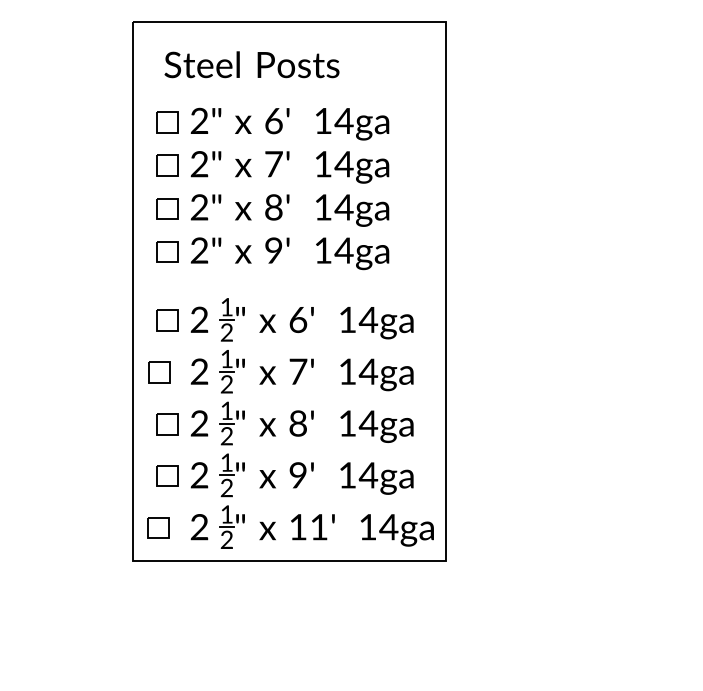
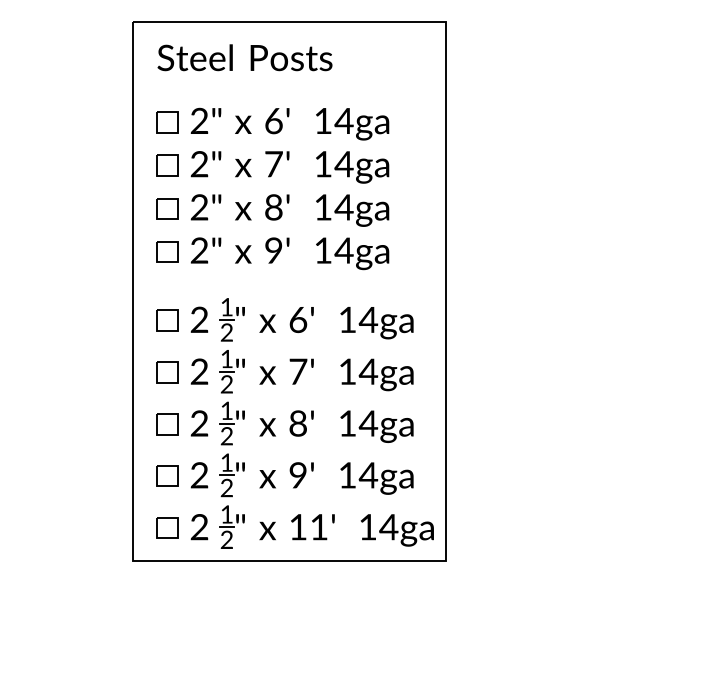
text at (251, 64) position: (251, 64) -> (244, 57)
part at (159, 372) position: (159, 372) -> (167, 372)
part at (158, 527) position: (158, 527) -> (167, 527)
